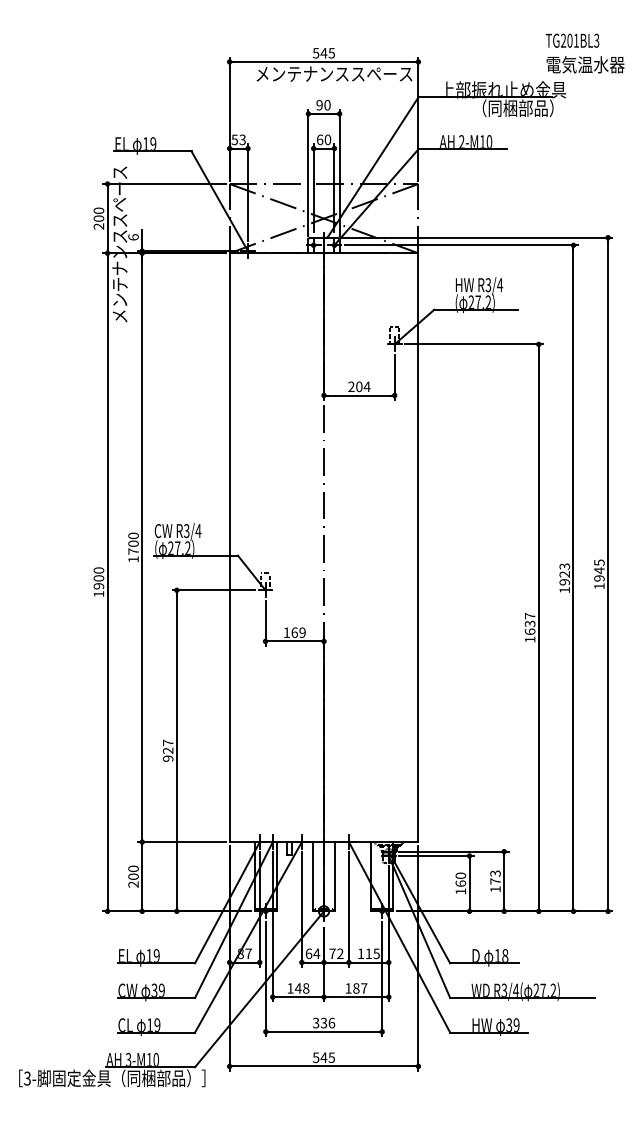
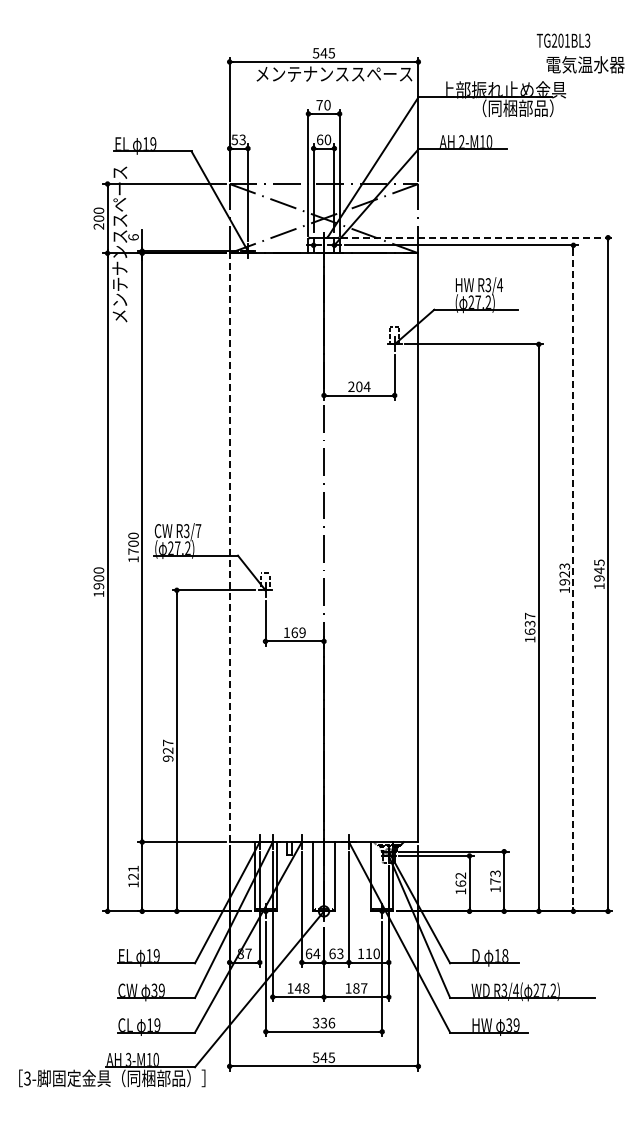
text at (572, 40) position: (572, 40) -> (563, 40)
text at (319, 104): 90 -> 70
line at (476, 237): solid -> dashed
text at (198, 530): R3/4 -> R3/7
line at (229, 547): solid -> dashed
line at (573, 578): solid -> dashed
text at (460, 875): 160 -> 162
text at (133, 876): 200 -> 121
text at (336, 953): 72 -> 63
text at (376, 953): 115 -> 110
